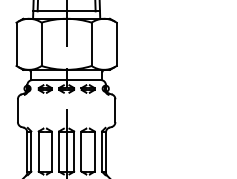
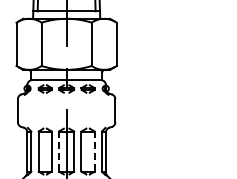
line at (59, 151): solid -> dashed
line at (94, 151): solid -> dashed
